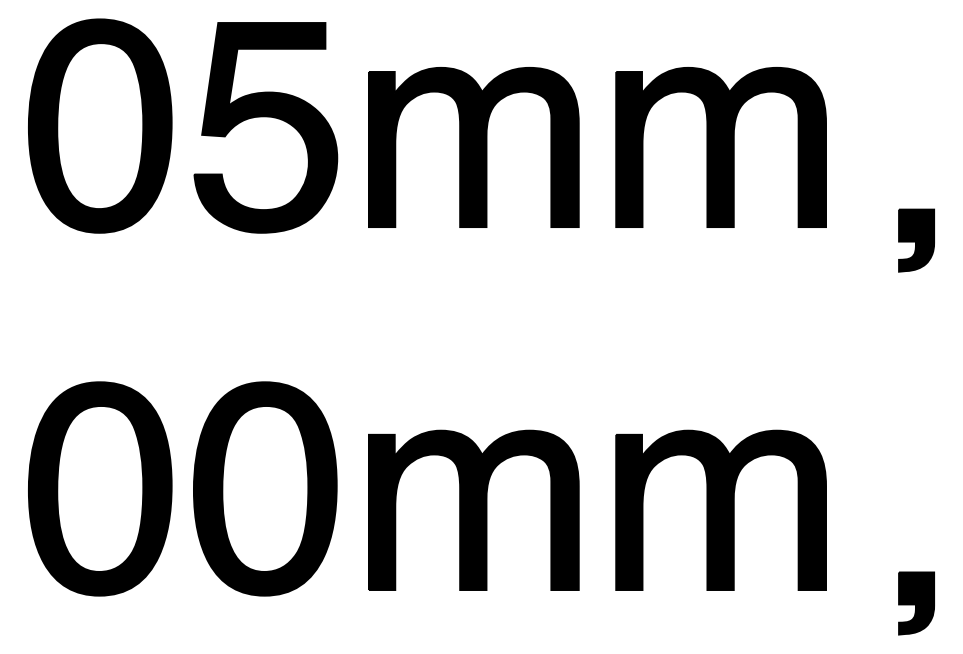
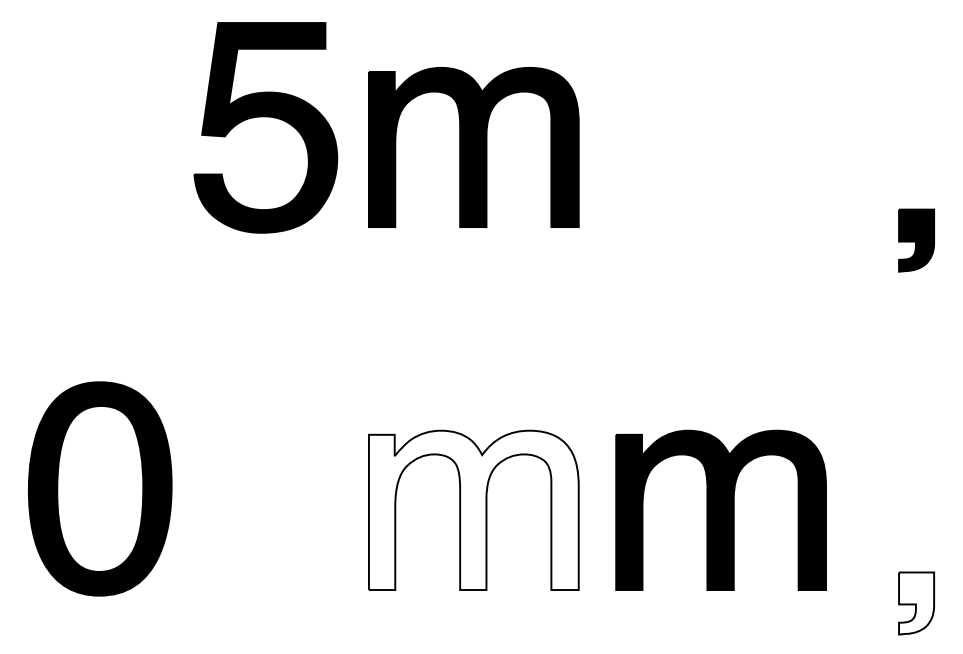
part at (100, 125): present -> none
part at (720, 147): present -> none
part at (265, 488): present -> none
fill at (473, 510): present -> none
fill at (916, 603): present -> none
